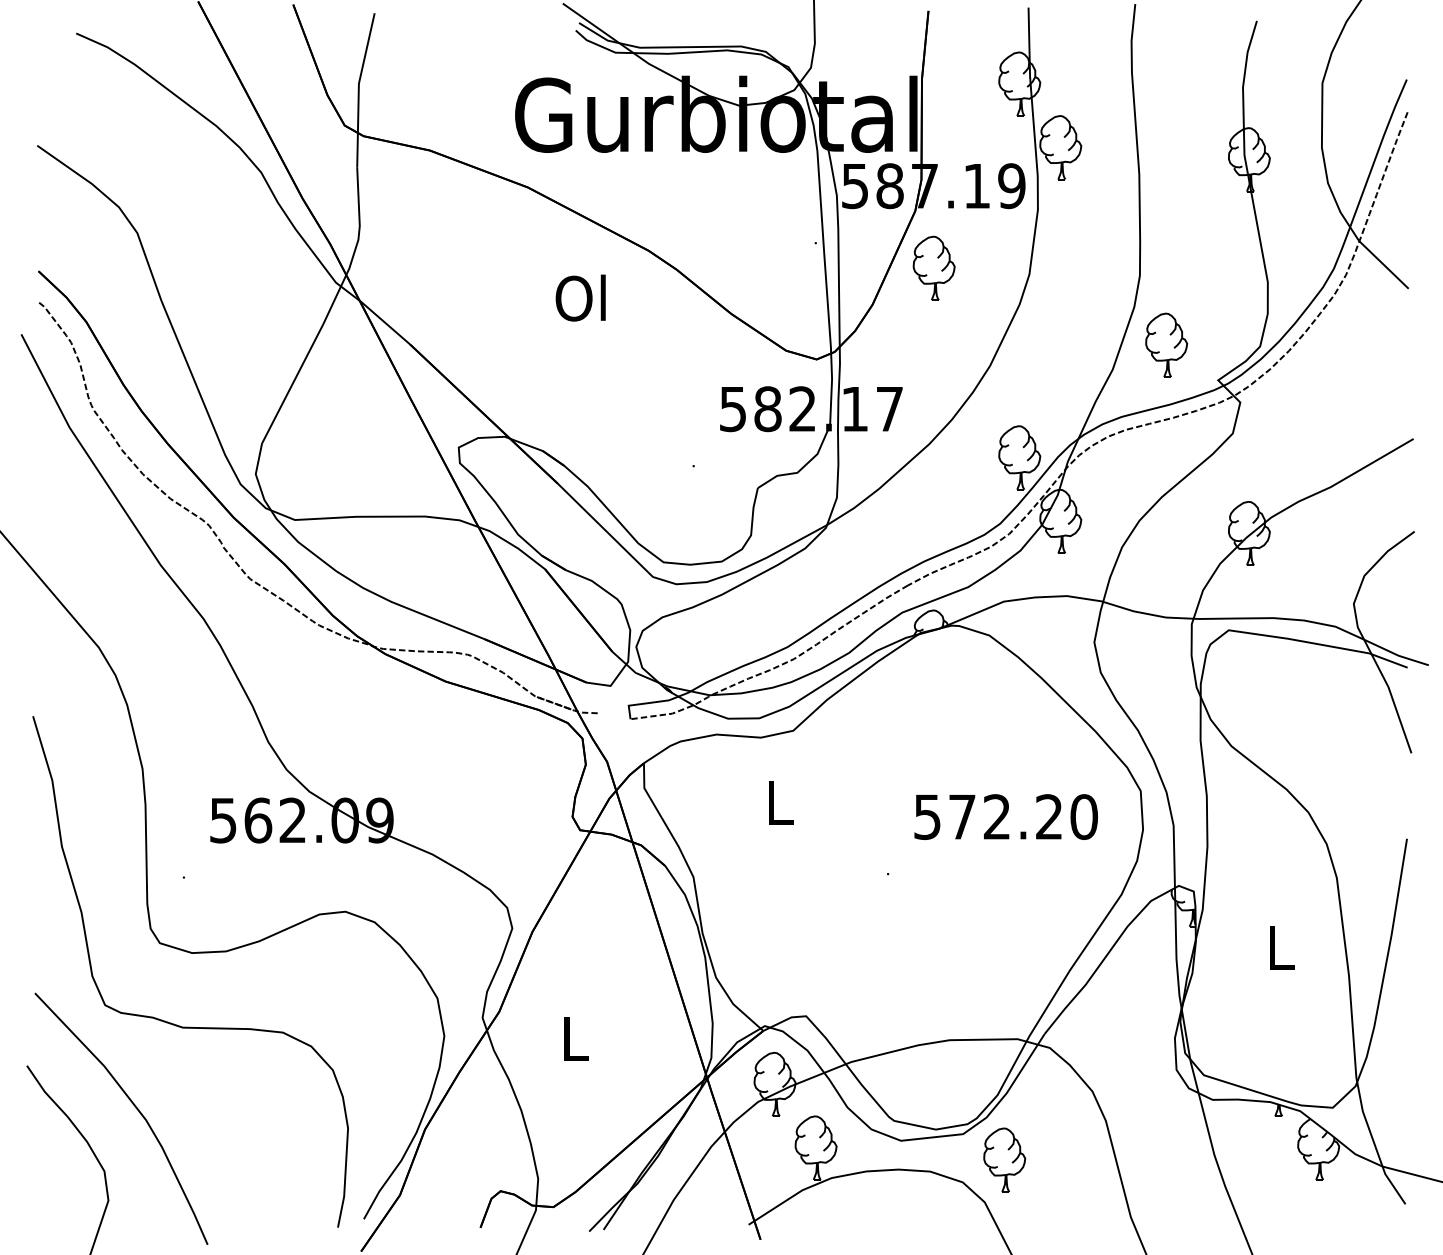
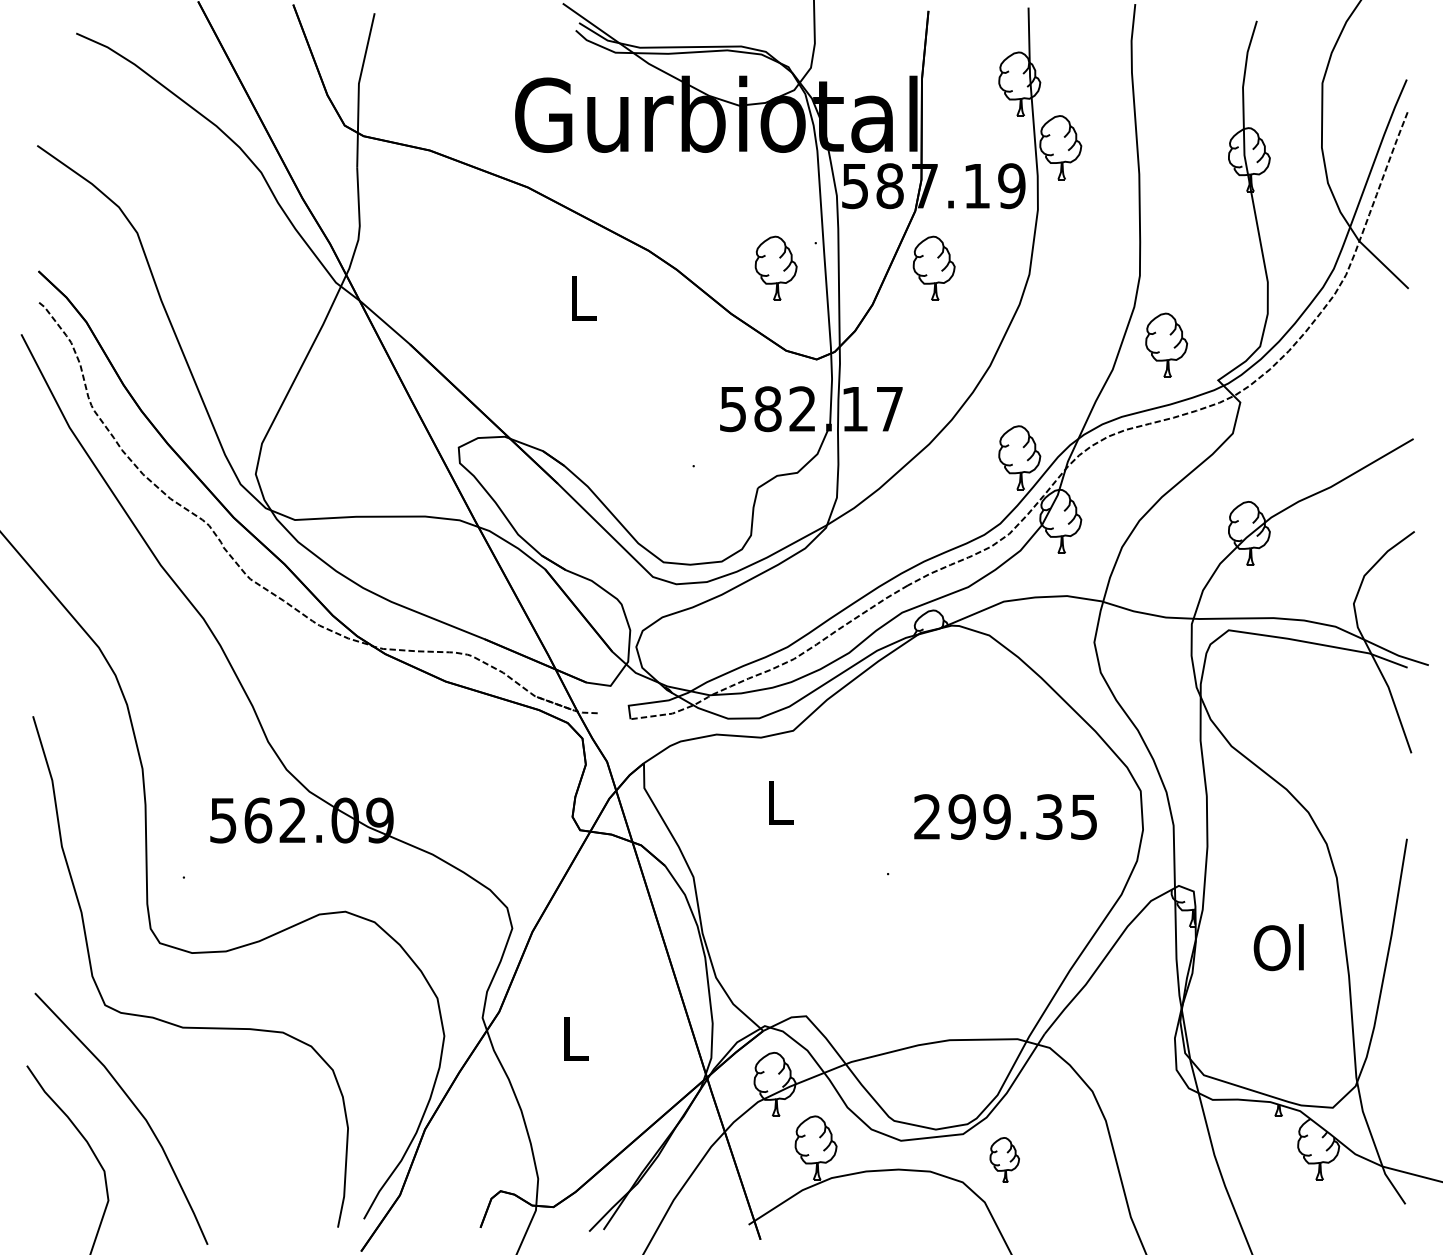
part at (775, 267): none -> present
text at (580, 297): Ol -> L
text at (1005, 816): 572.20 -> 299.35
text at (1278, 947): L -> Ol
part at (1004, 1159) size: 44x66 px -> 31x46 px
